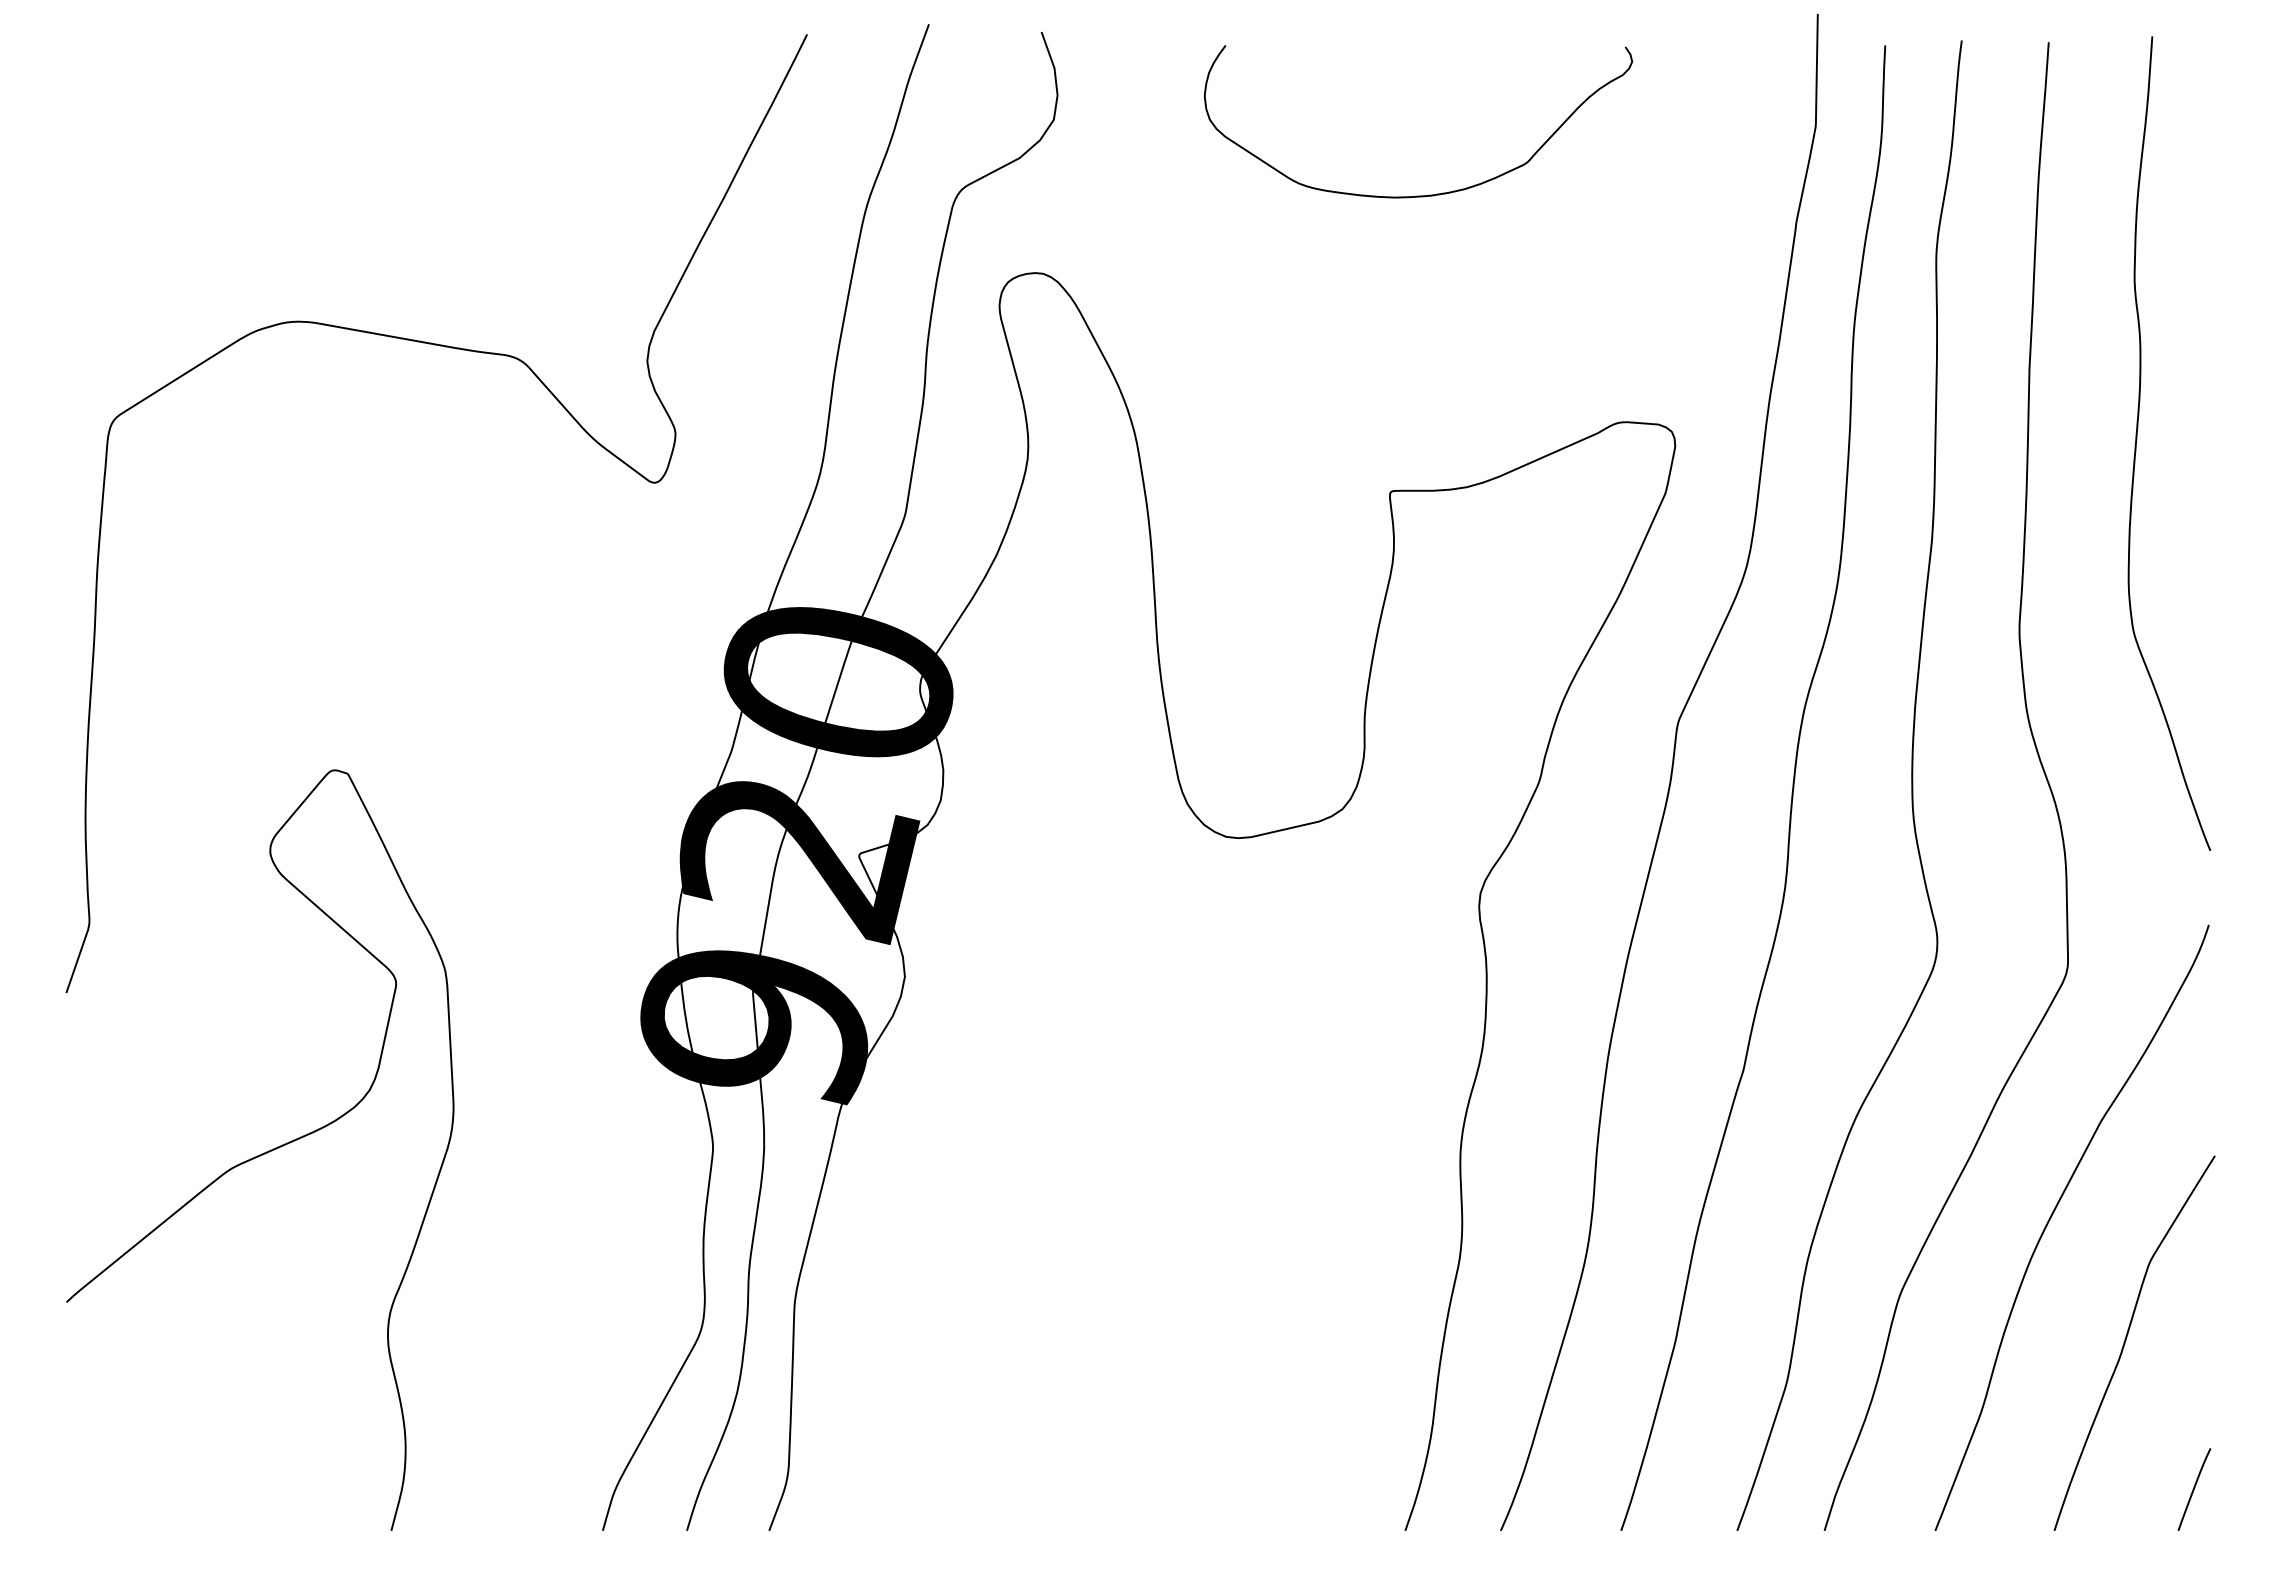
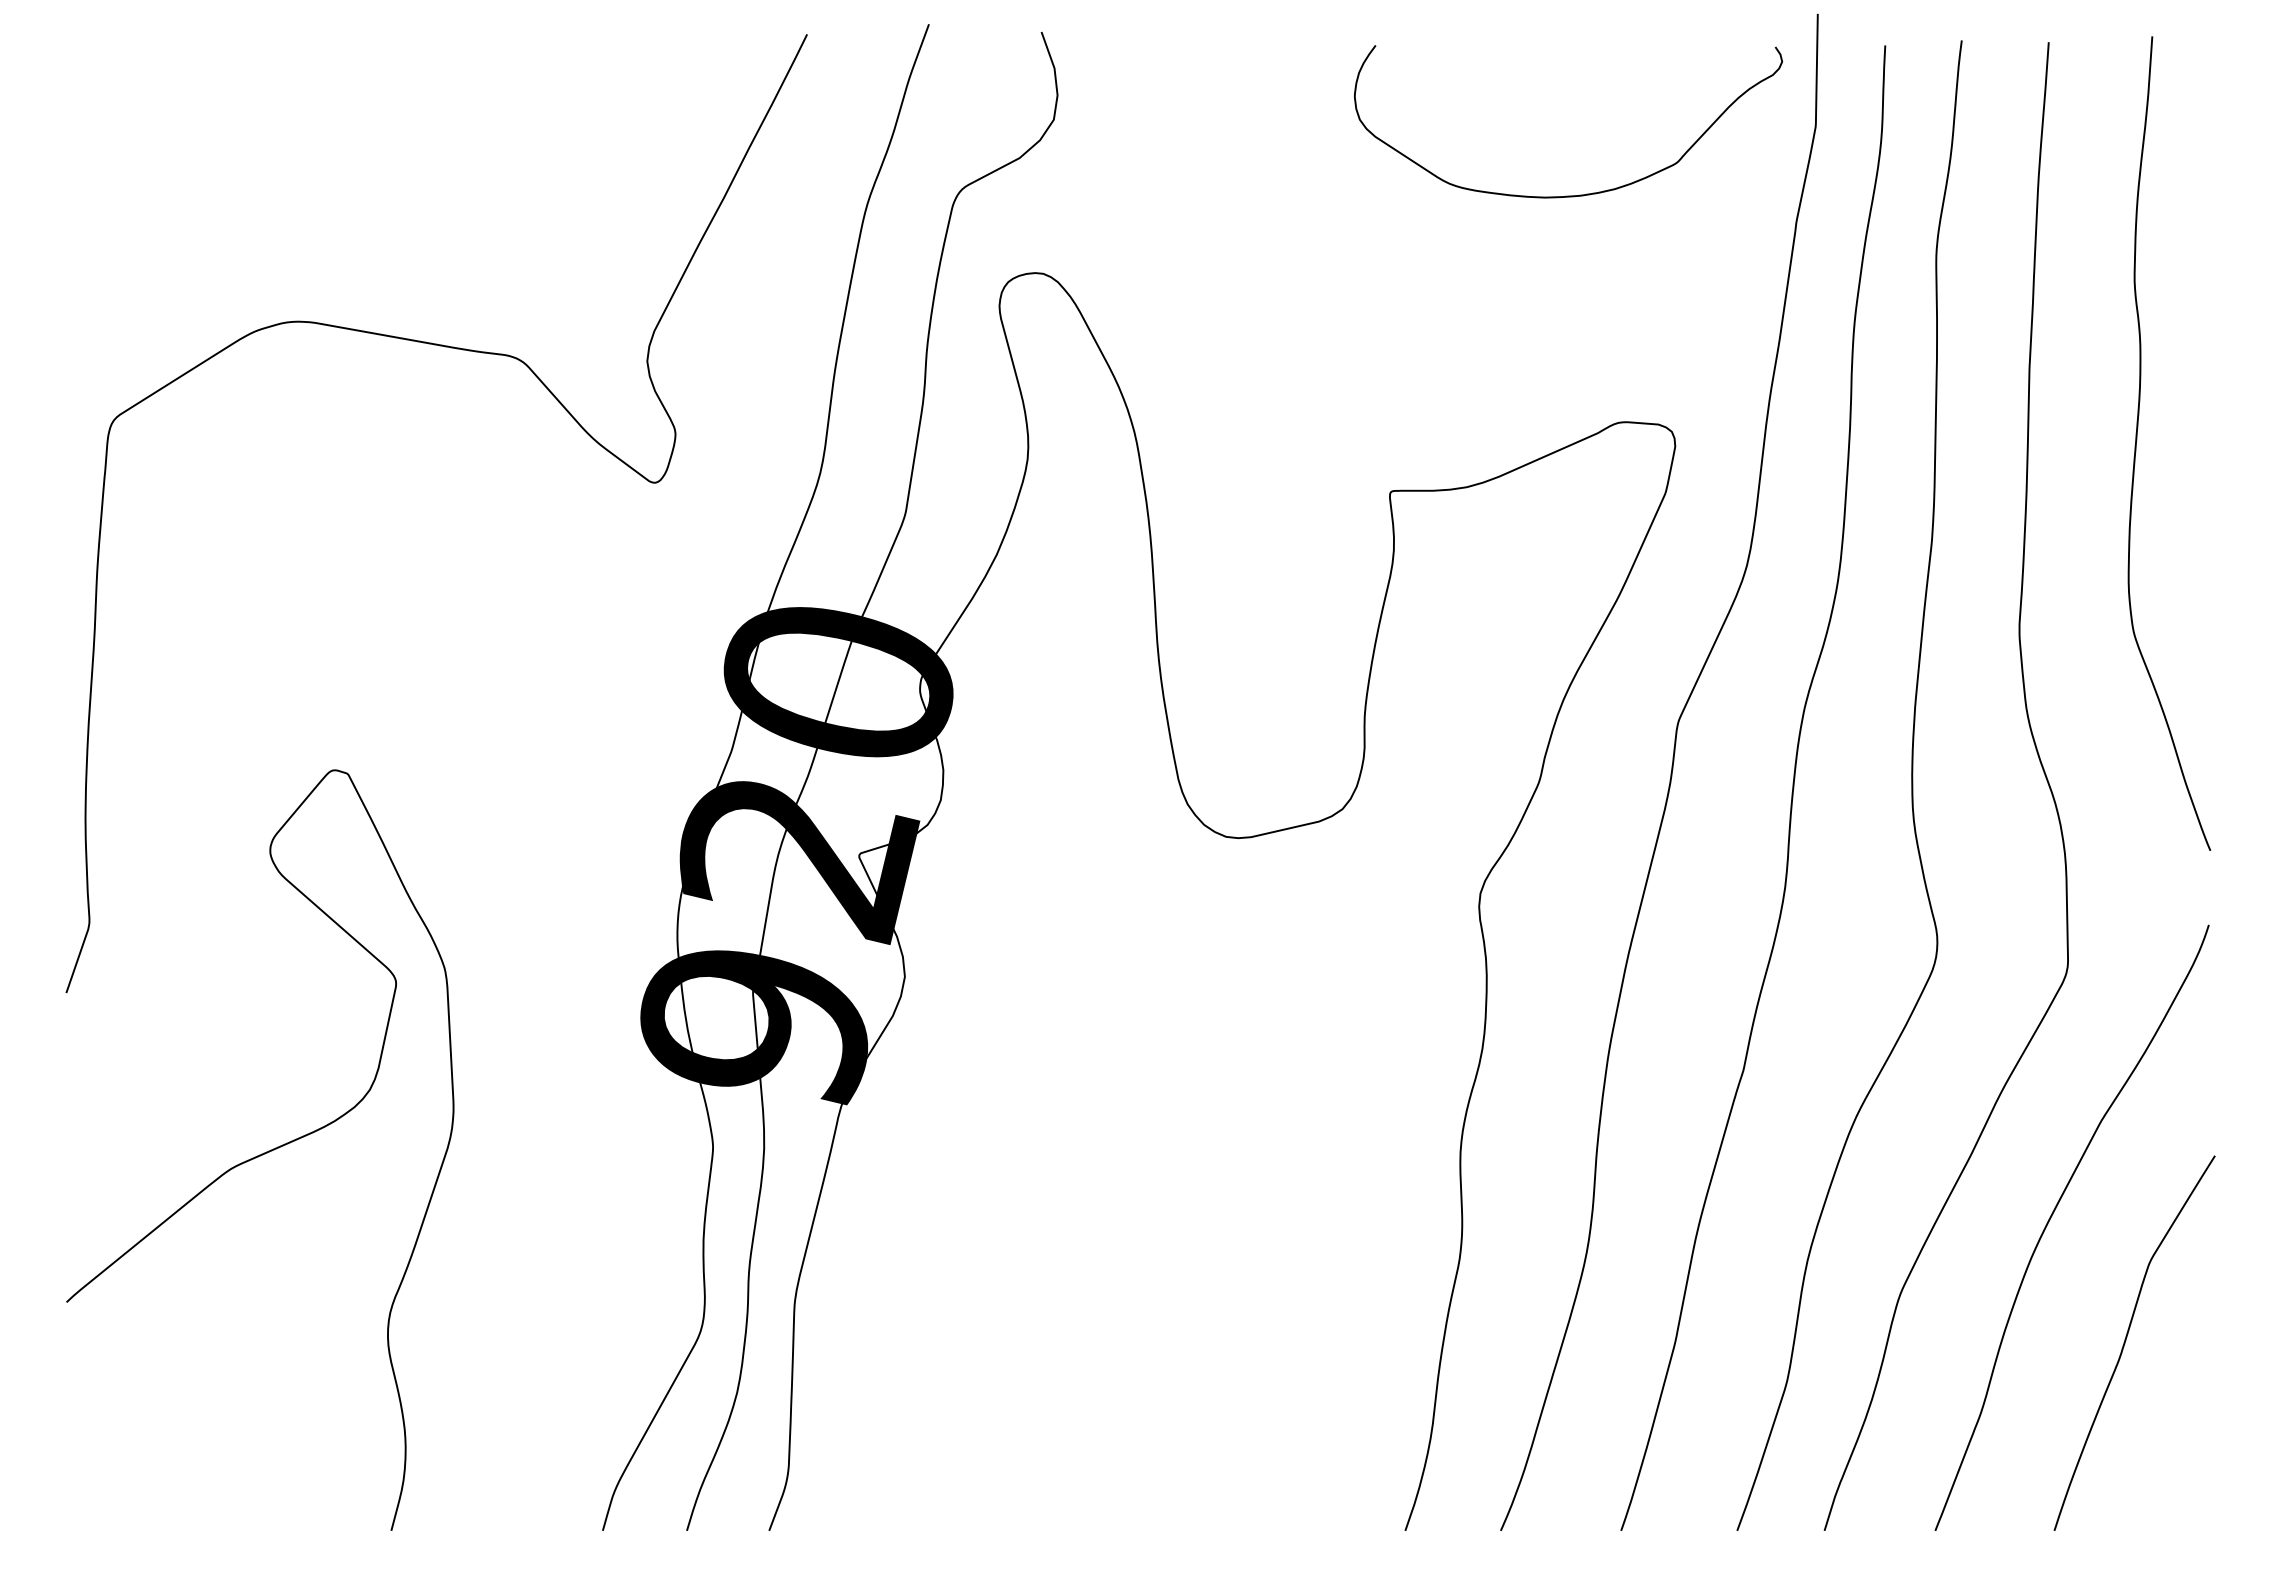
curve at (1429, 194) position: (1429, 194) -> (1579, 194)
curve at (2194, 1489): present -> none
